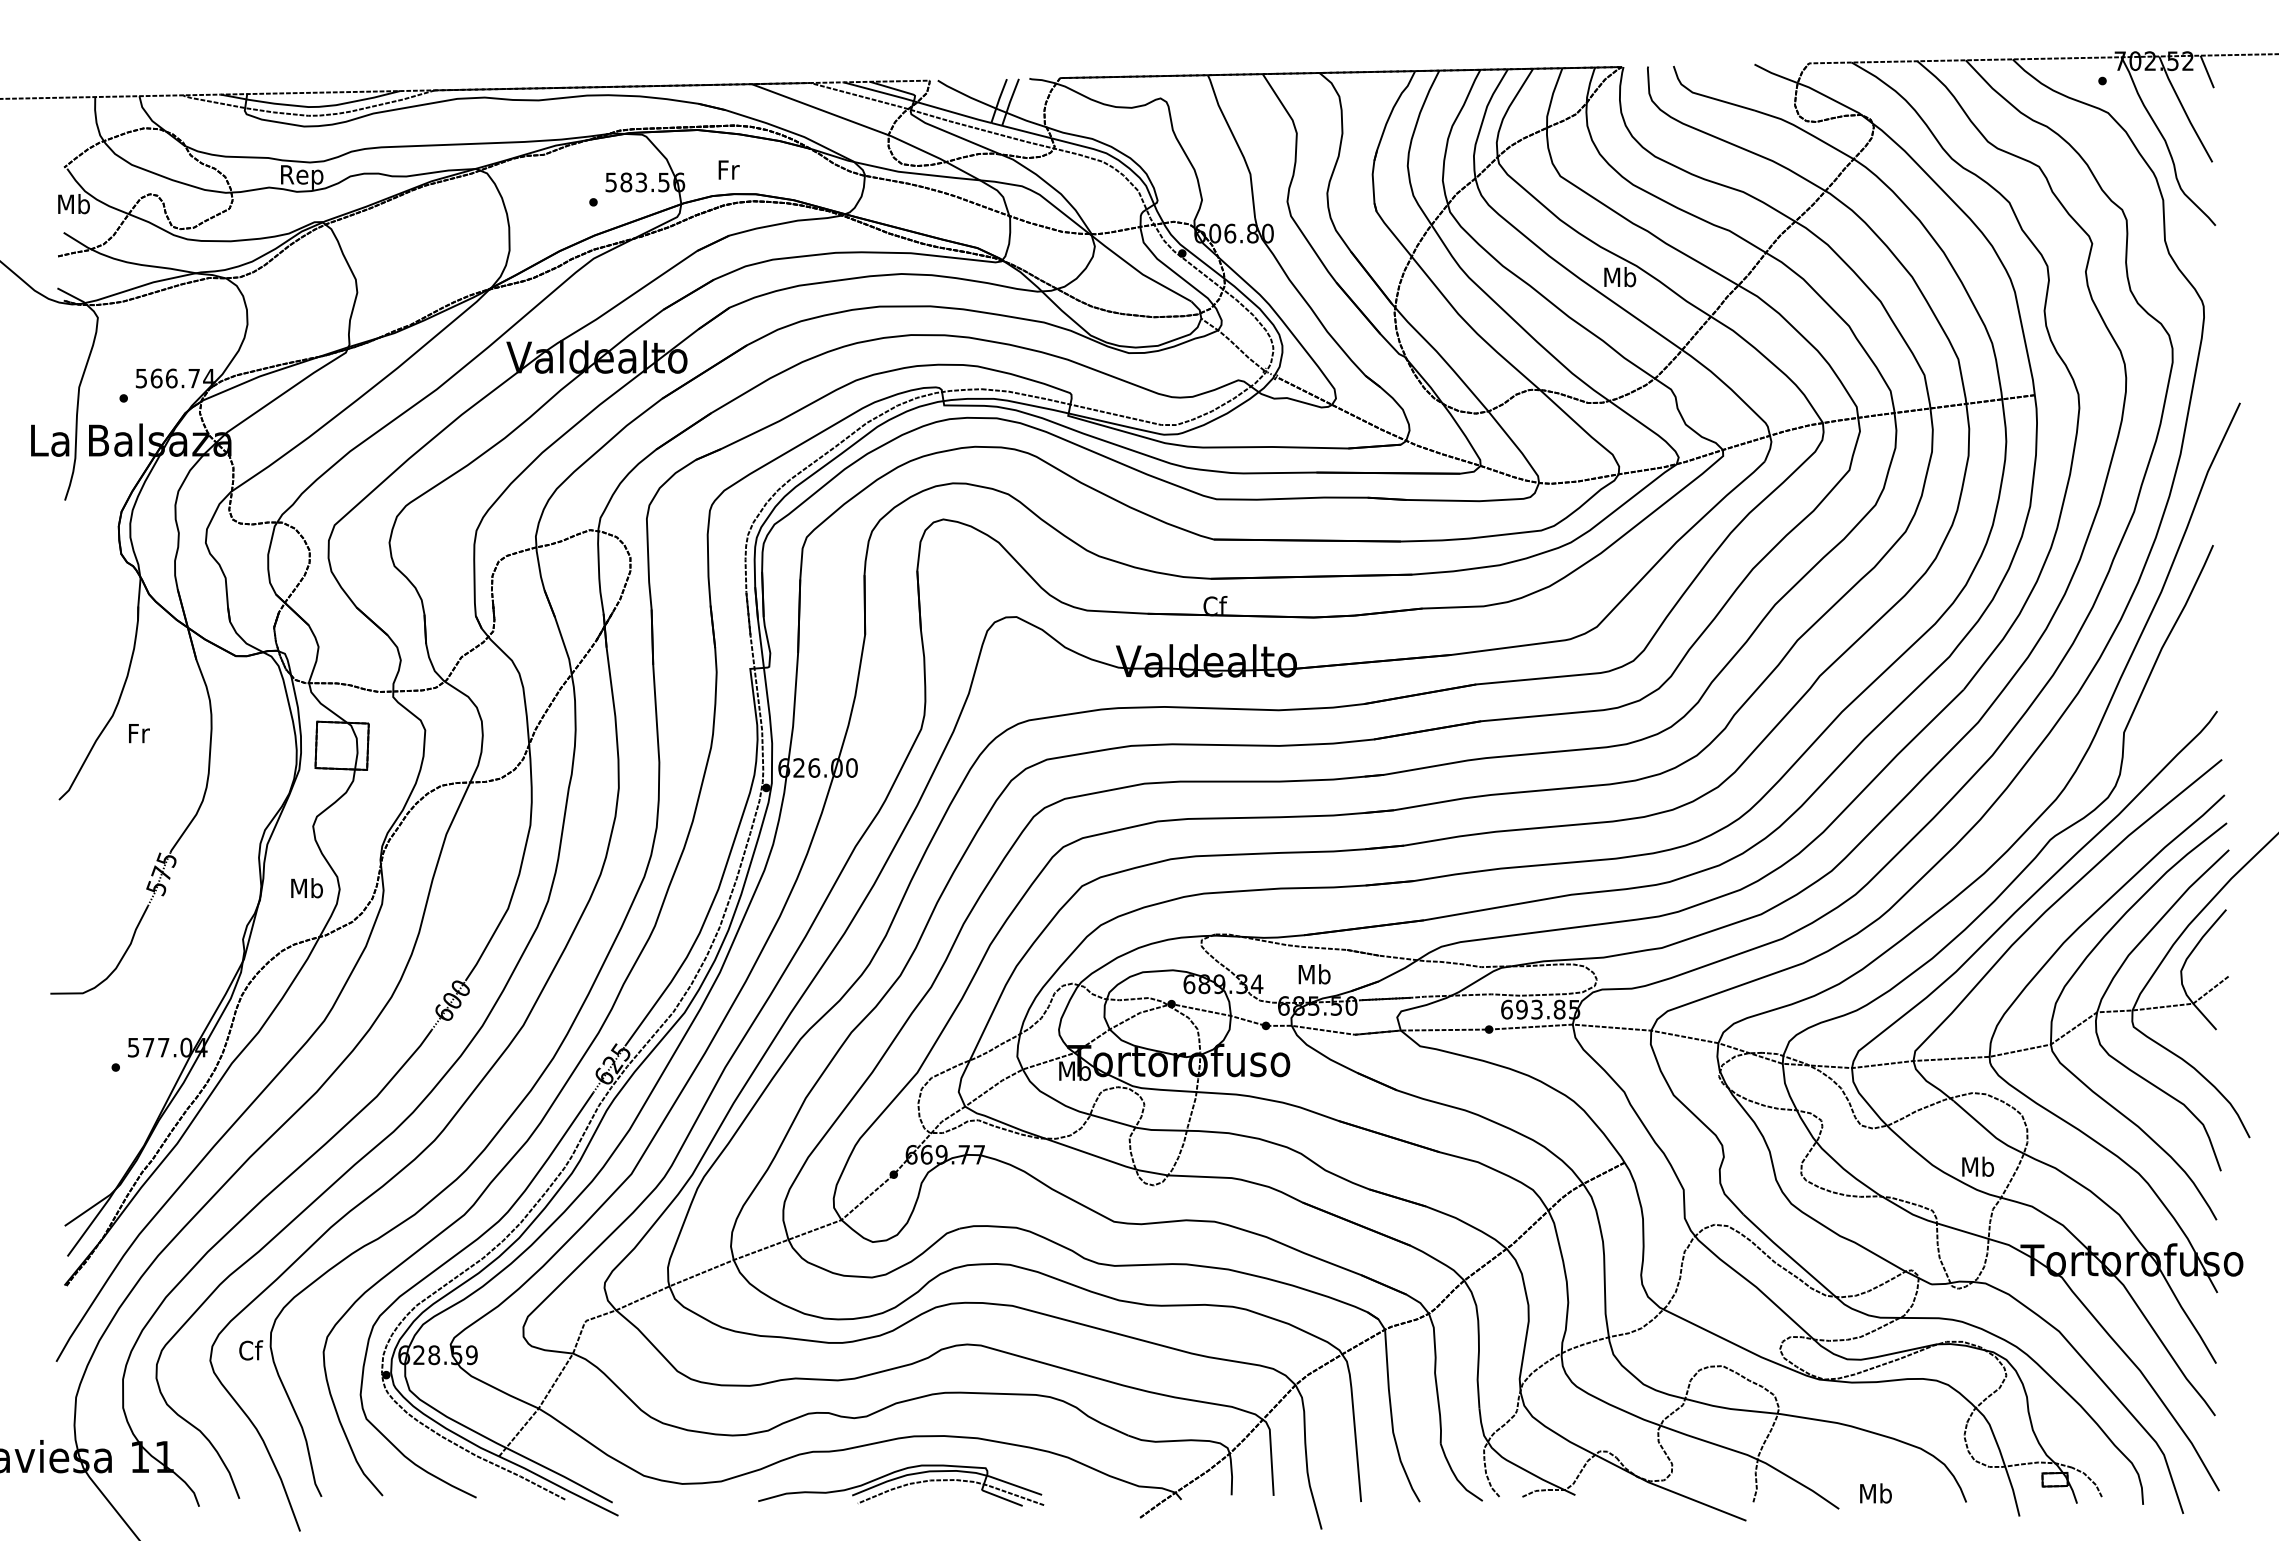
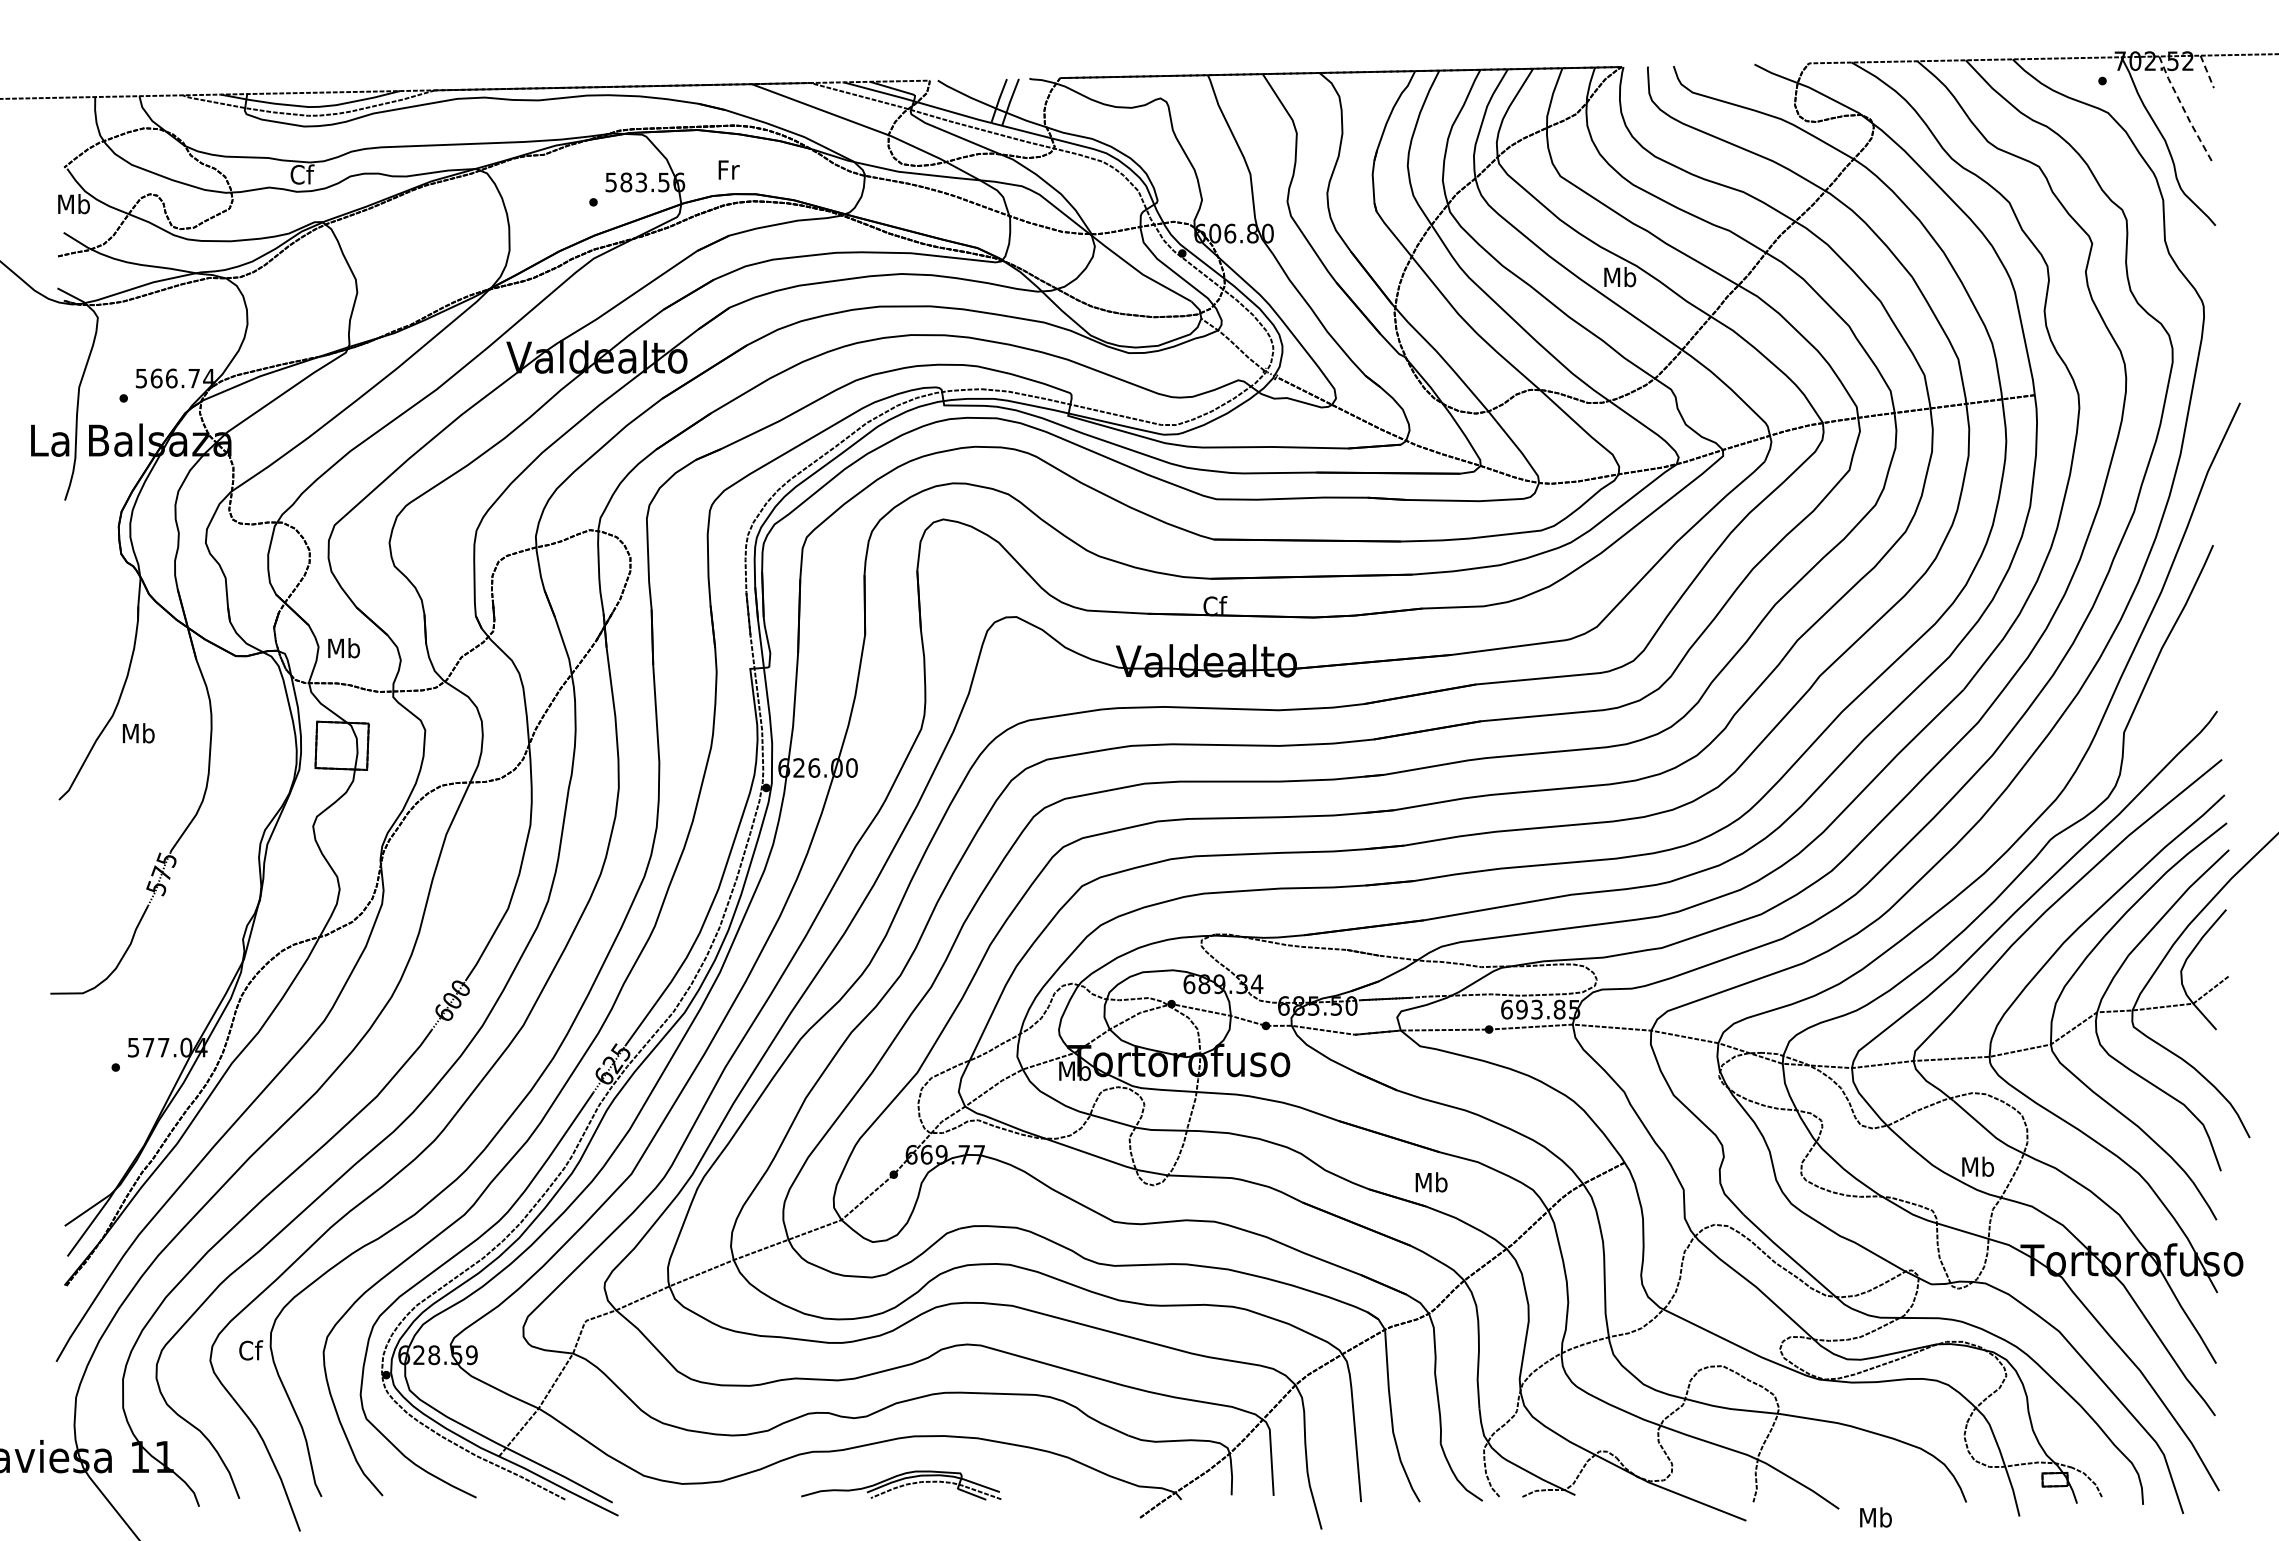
line at (2207, 71): solid -> dashed
line at (2184, 110): solid -> dashed
text at (302, 176): Rep -> Cf
text at (138, 733): Fr -> Mb
text at (306, 888) position: (306, 888) -> (343, 648)
text at (1314, 974) position: (1314, 974) -> (1431, 1182)
part at (901, 1485) size: 287x43 px -> 201x31 px
text at (1875, 1493) position: (1875, 1493) -> (1875, 1517)
